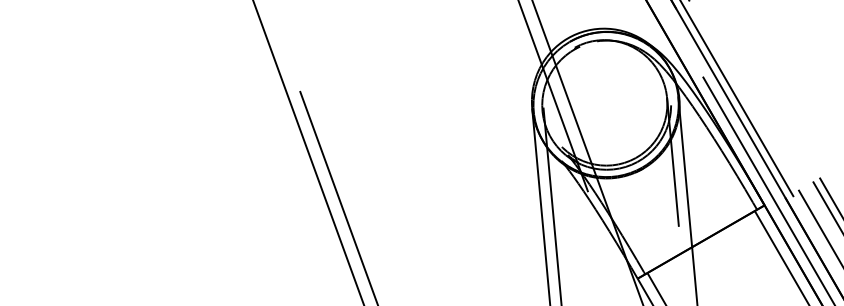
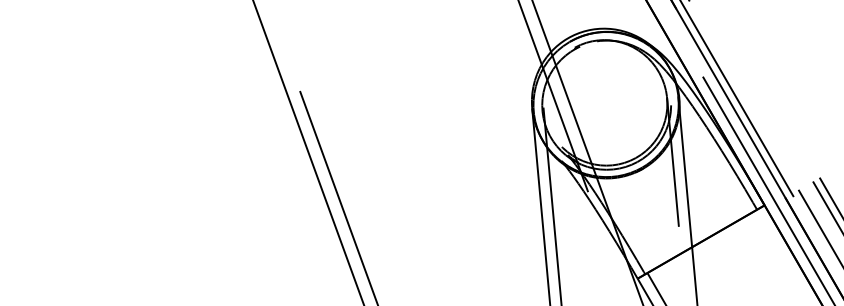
line at (780, 256): present -> none
